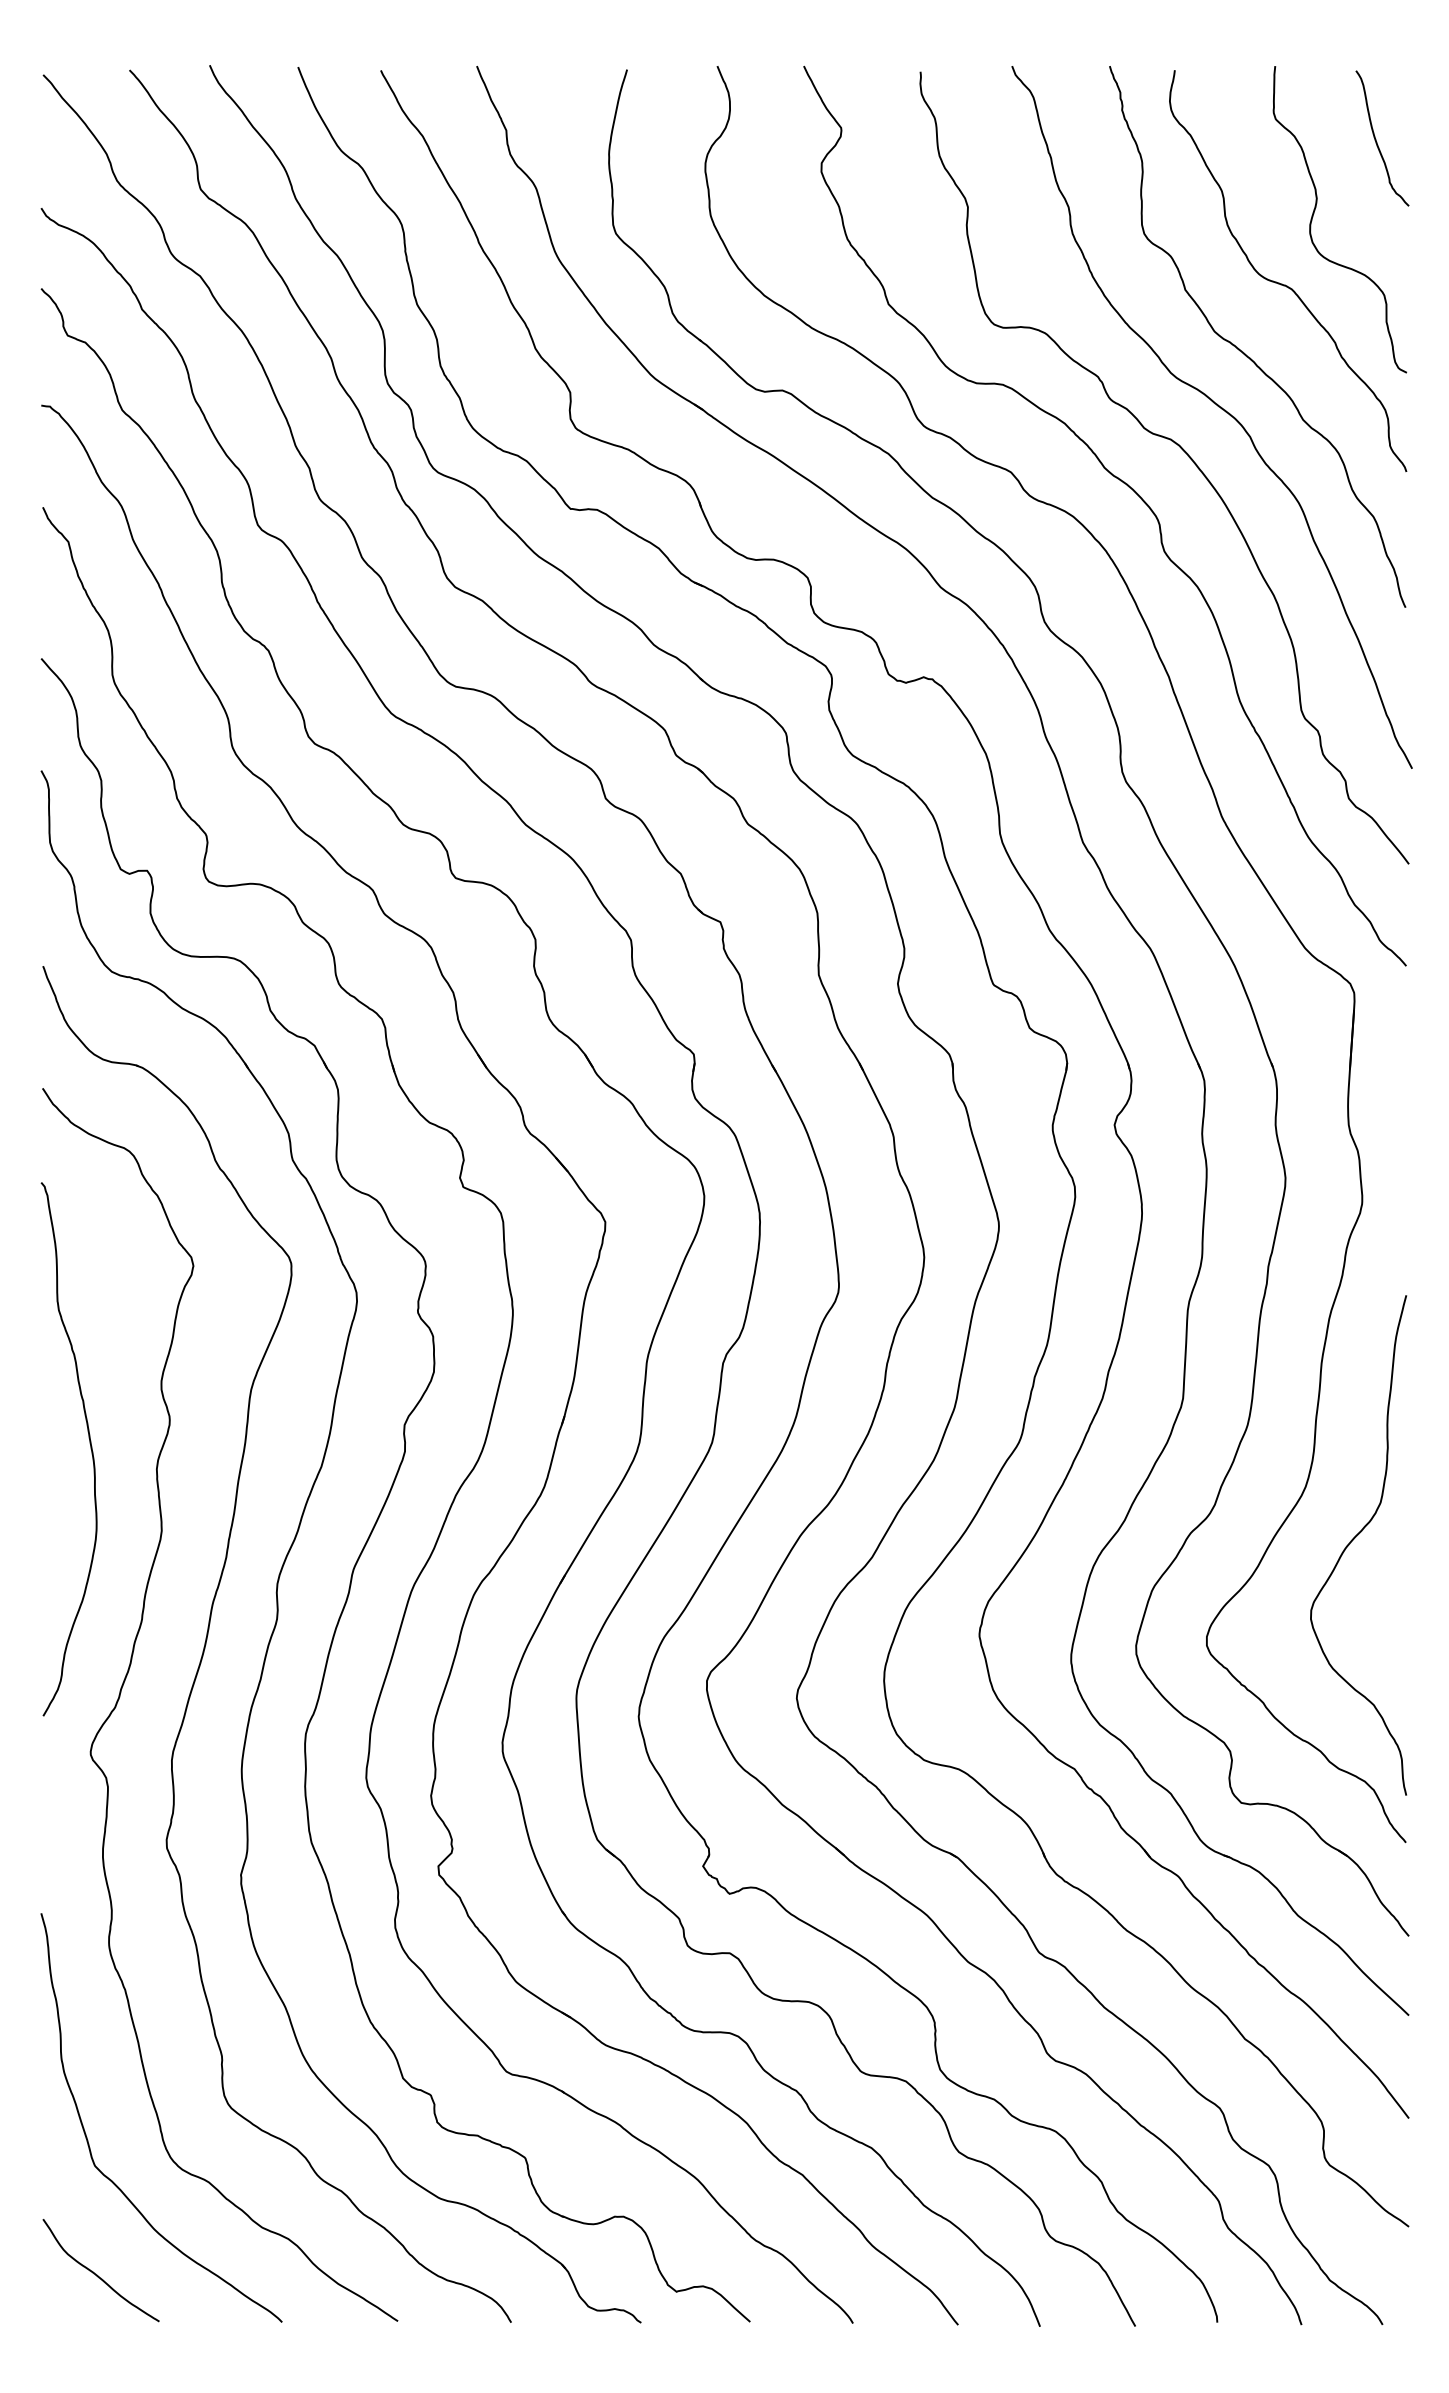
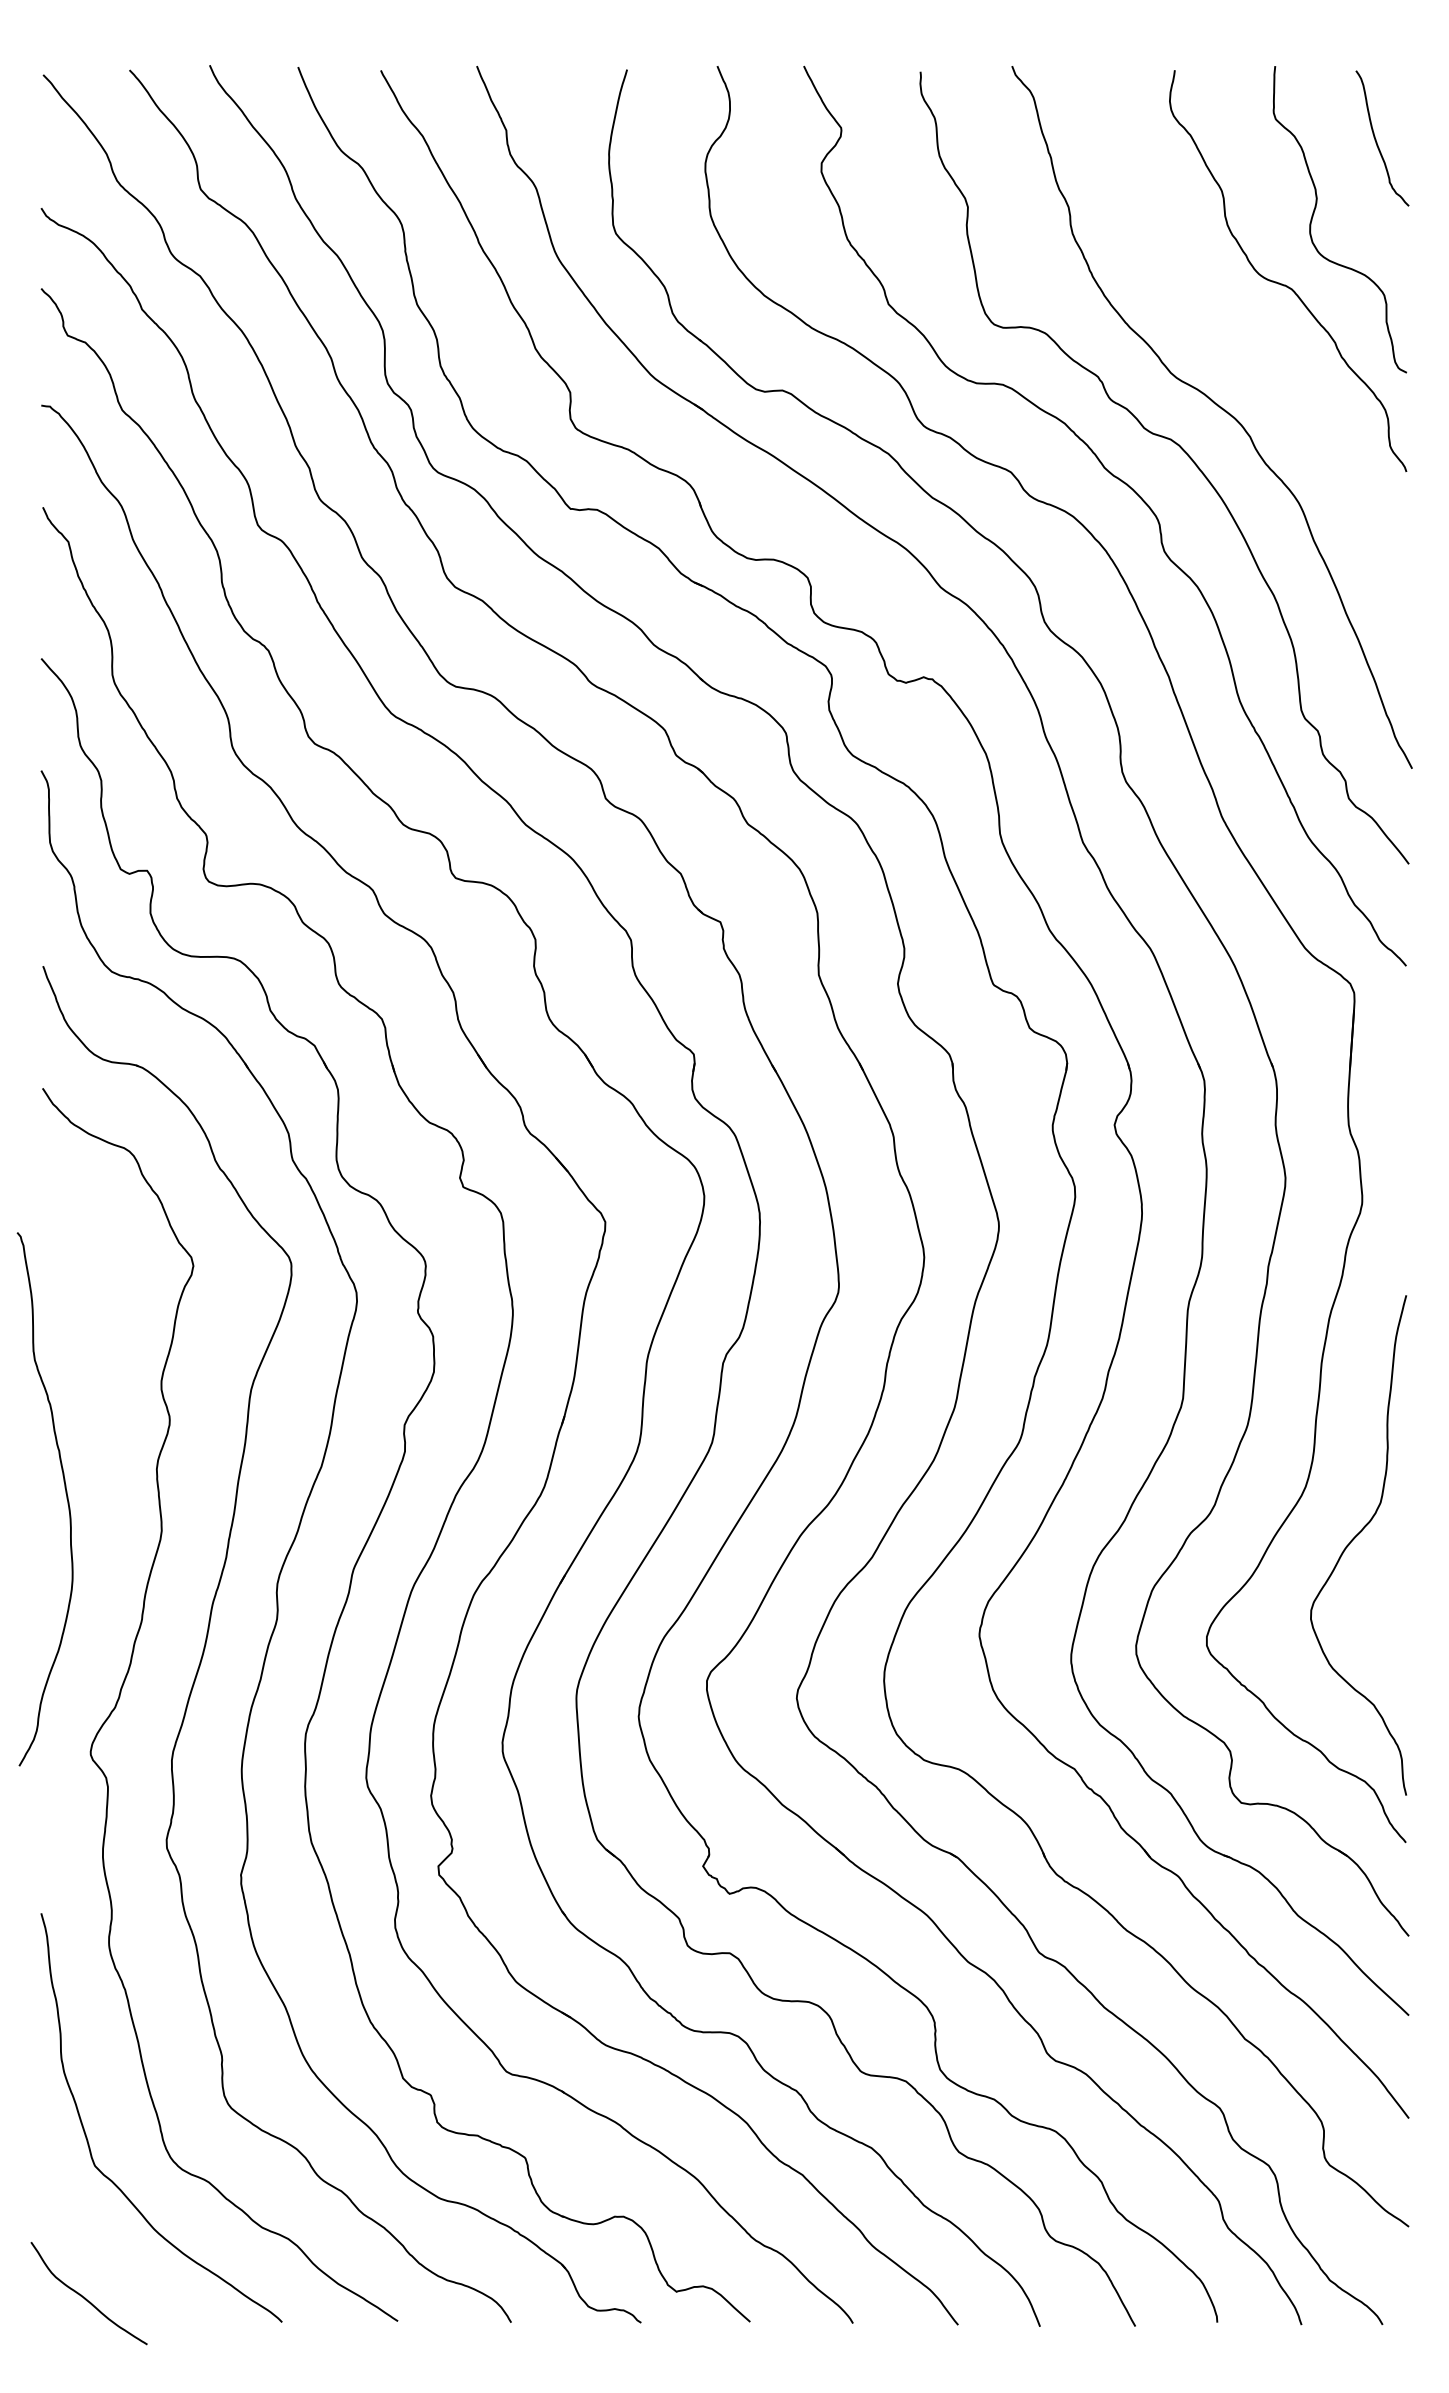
curve at (1243, 351): present -> none
curve at (89, 1443) position: (89, 1443) -> (65, 1493)
curve at (97, 2274) position: (97, 2274) -> (85, 2297)
